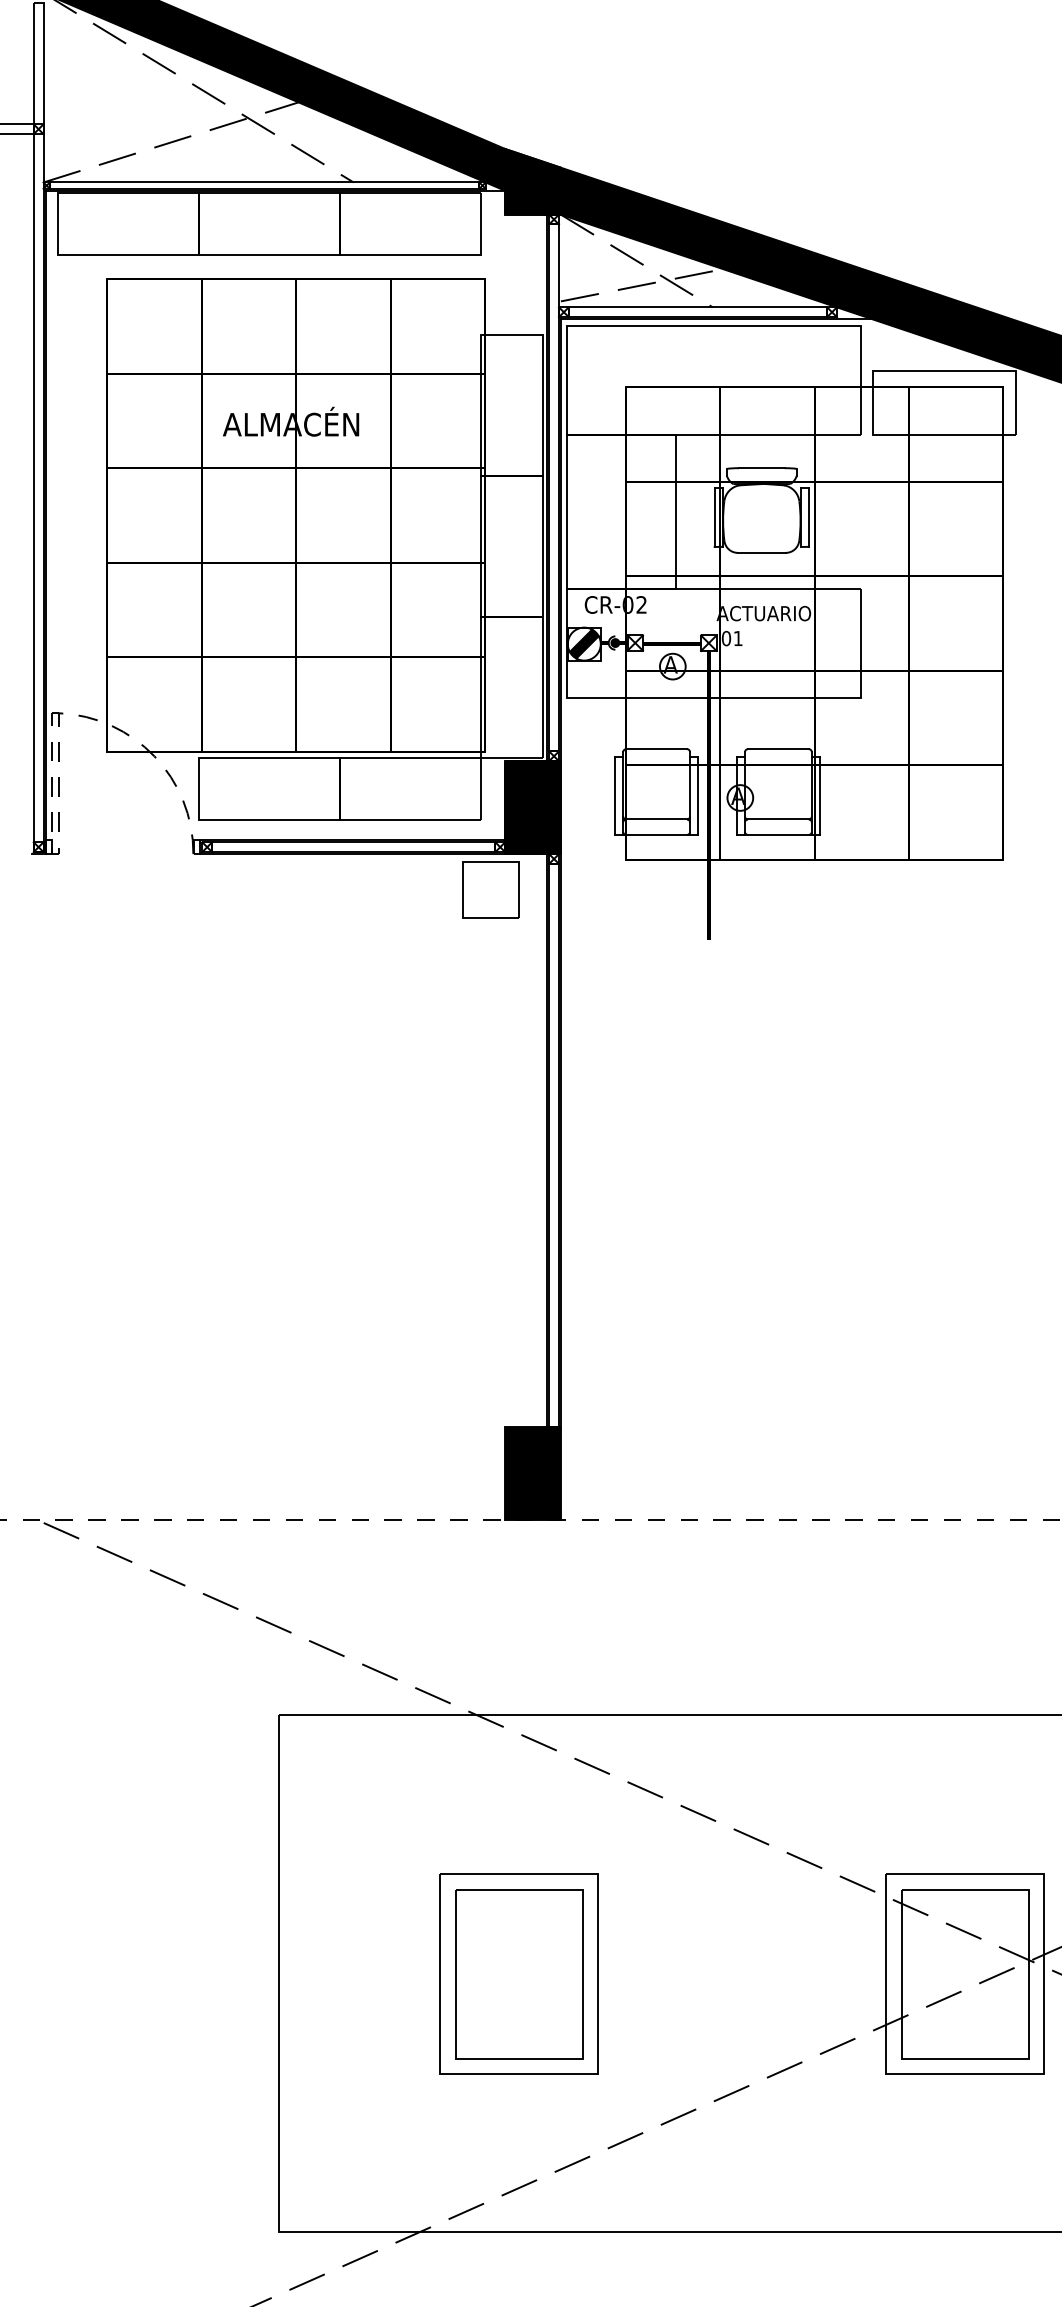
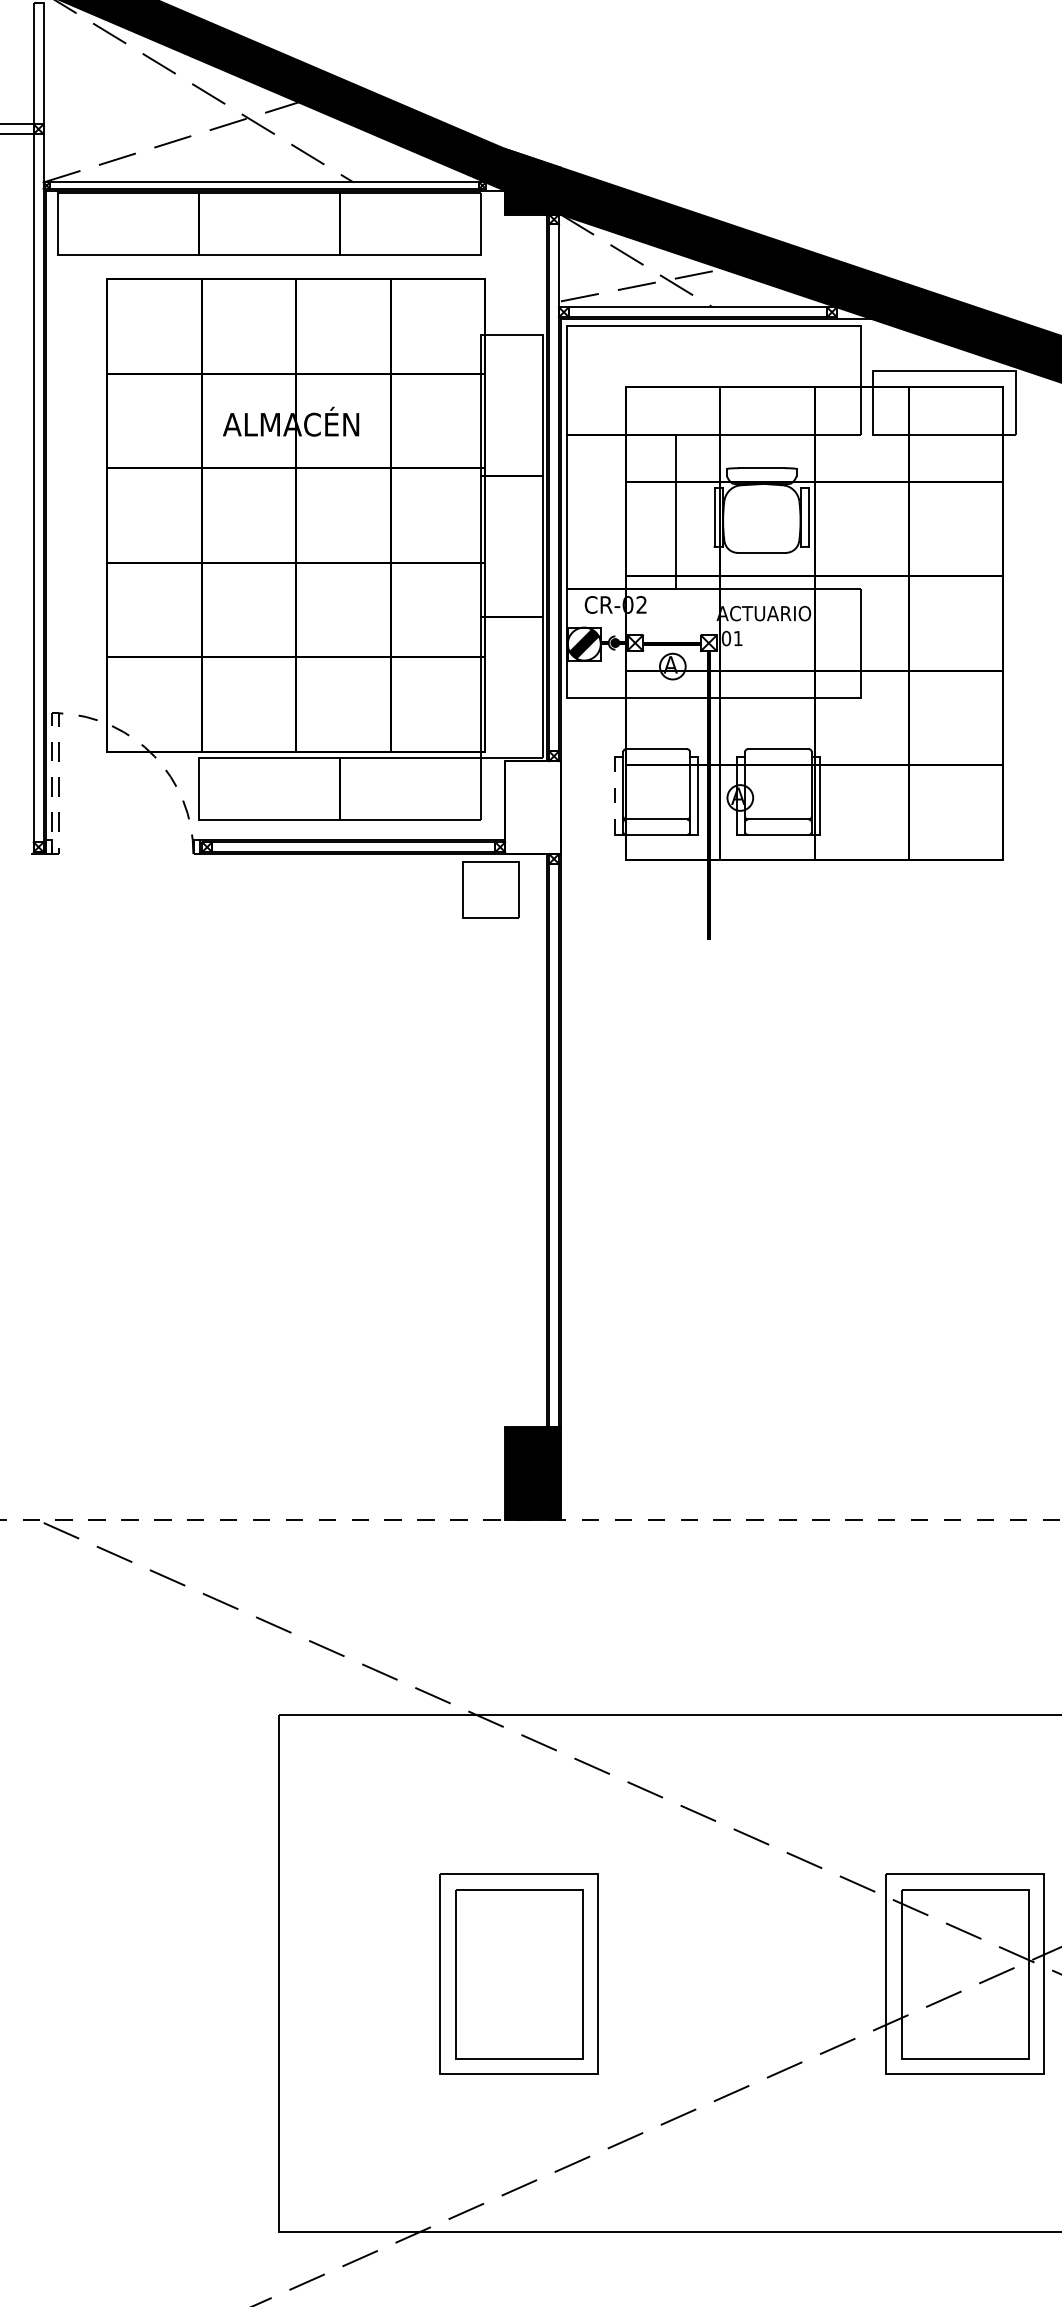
line at (615, 796): solid -> dashed
fill at (532, 807): present -> none
